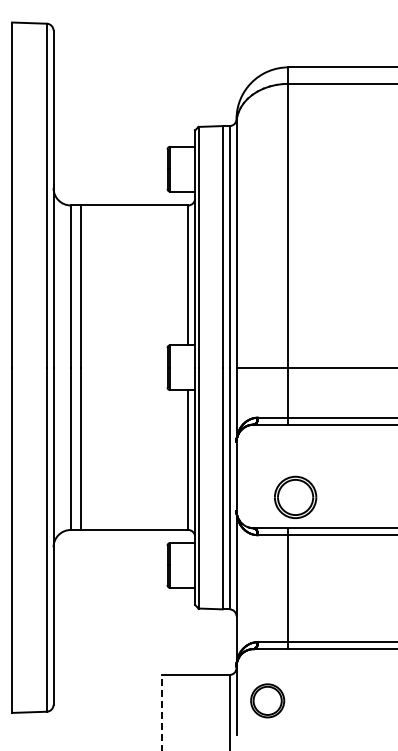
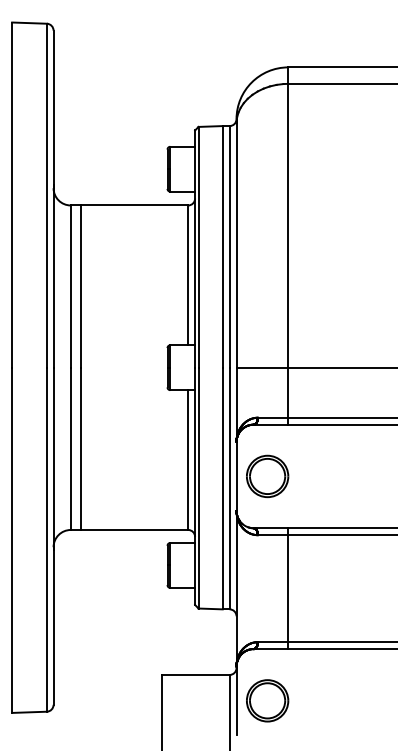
part at (295, 497) position: (295, 497) -> (267, 476)
part at (267, 700) size: 36x36 px -> 44x44 px
line at (162, 712): dashed -> solid
